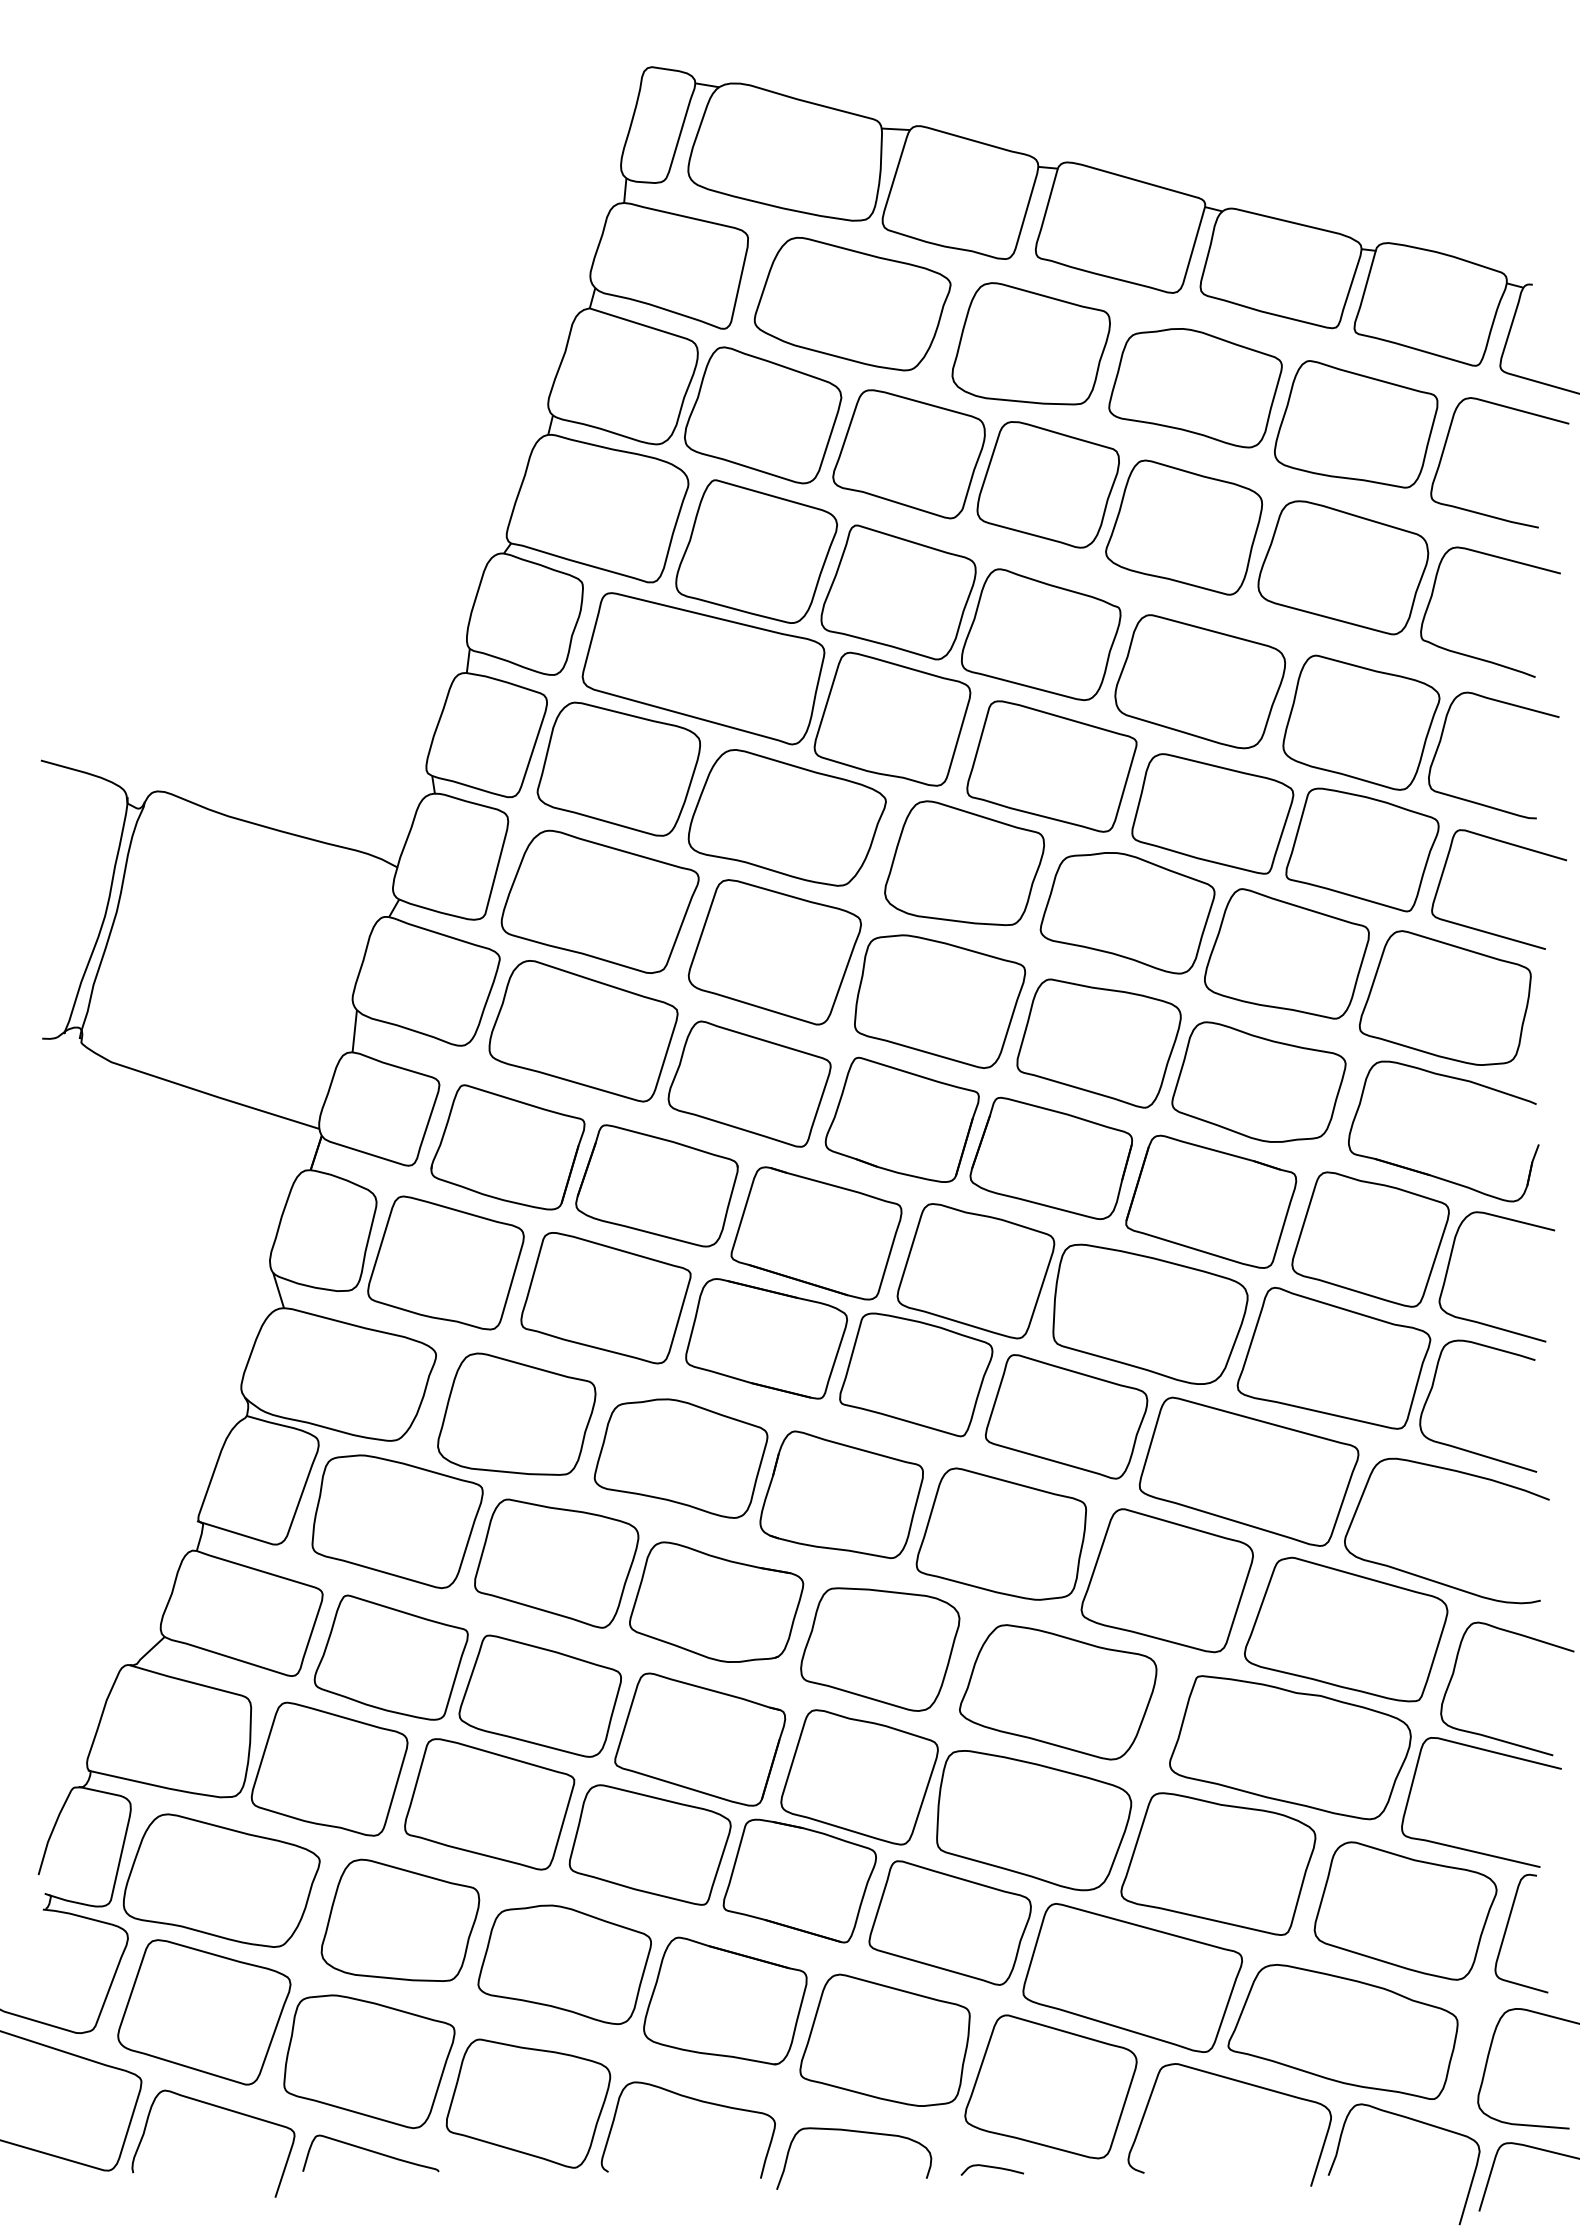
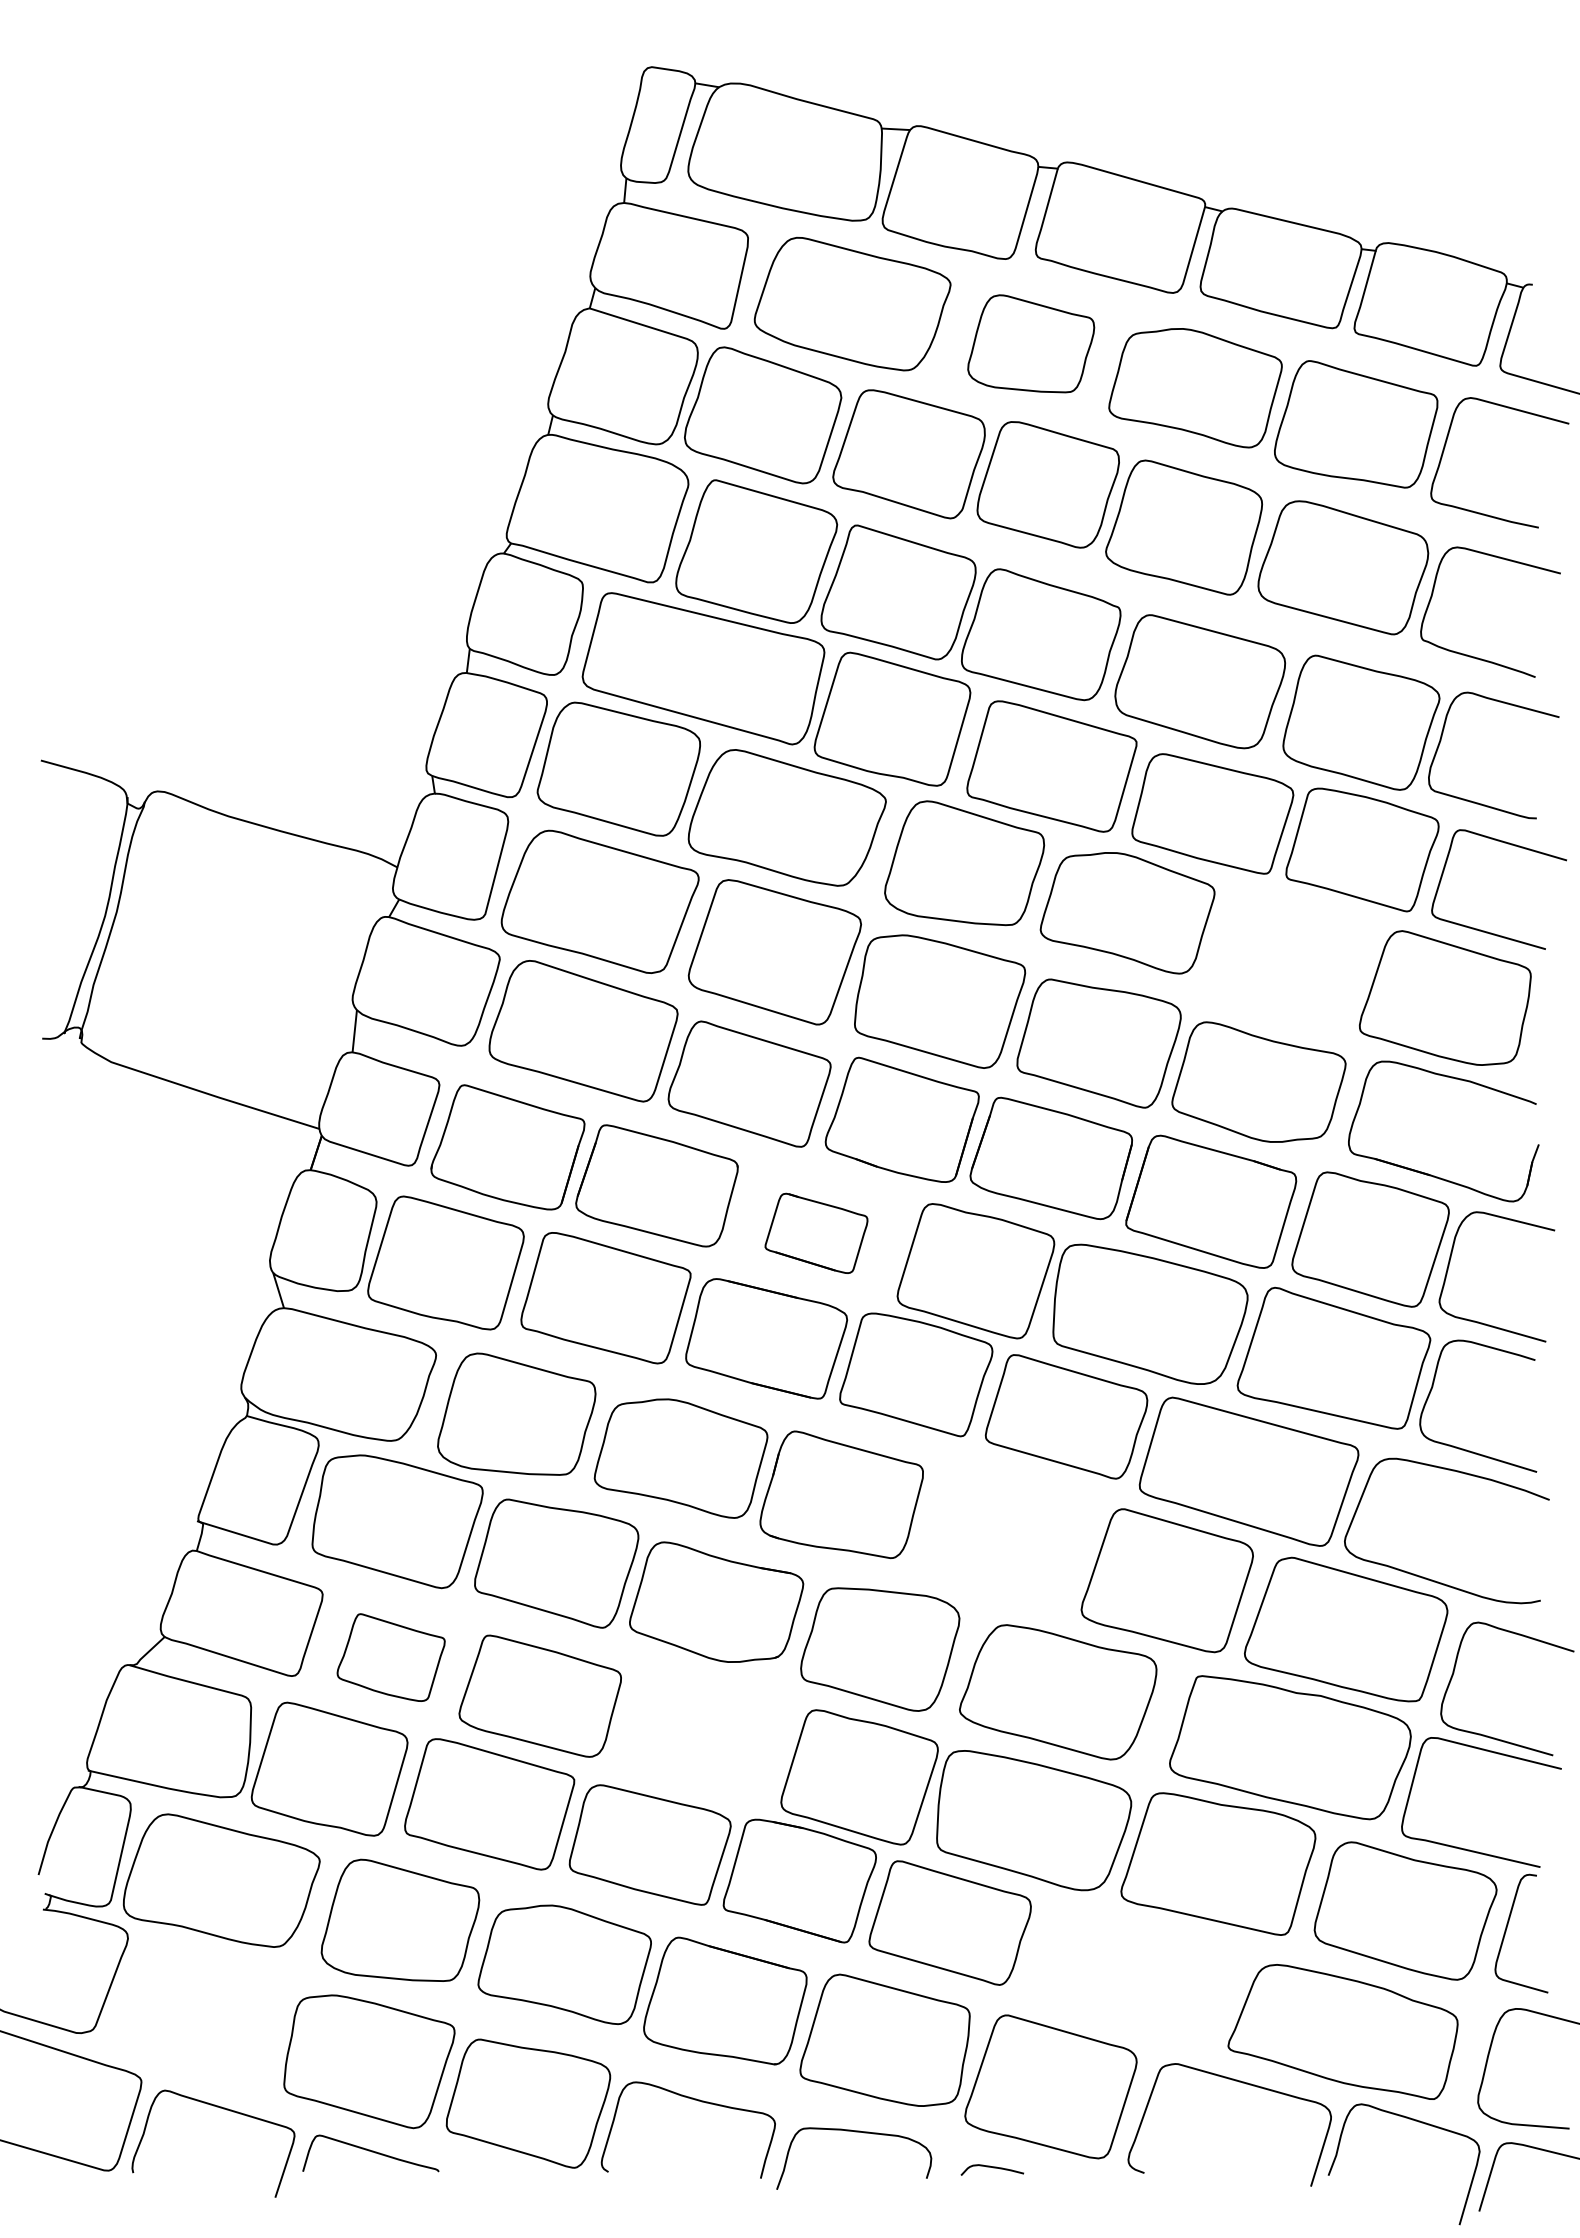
part at (1030, 343) size: 160x124 px -> 129x100 px
part at (1286, 953): present -> none
part at (816, 1233) size: 173x135 px -> 105x82 px
part at (1001, 1533): present -> none
part at (390, 1657) size: 156x127 px -> 110x89 px
part at (700, 1739): present -> none
part at (1132, 1977): present -> none
part at (204, 2012): present -> none
